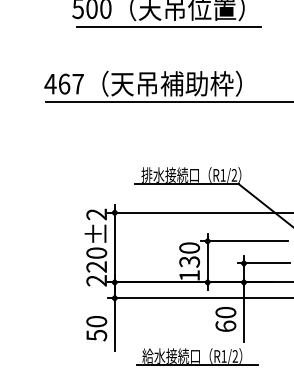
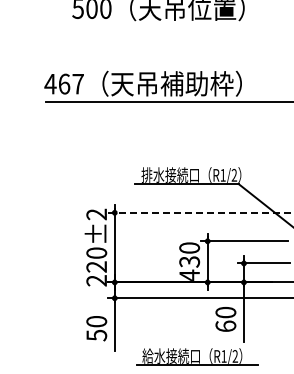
line at (168, 26): present -> none
line at (201, 212): solid -> dashed
text at (189, 274): 130 -> 430
